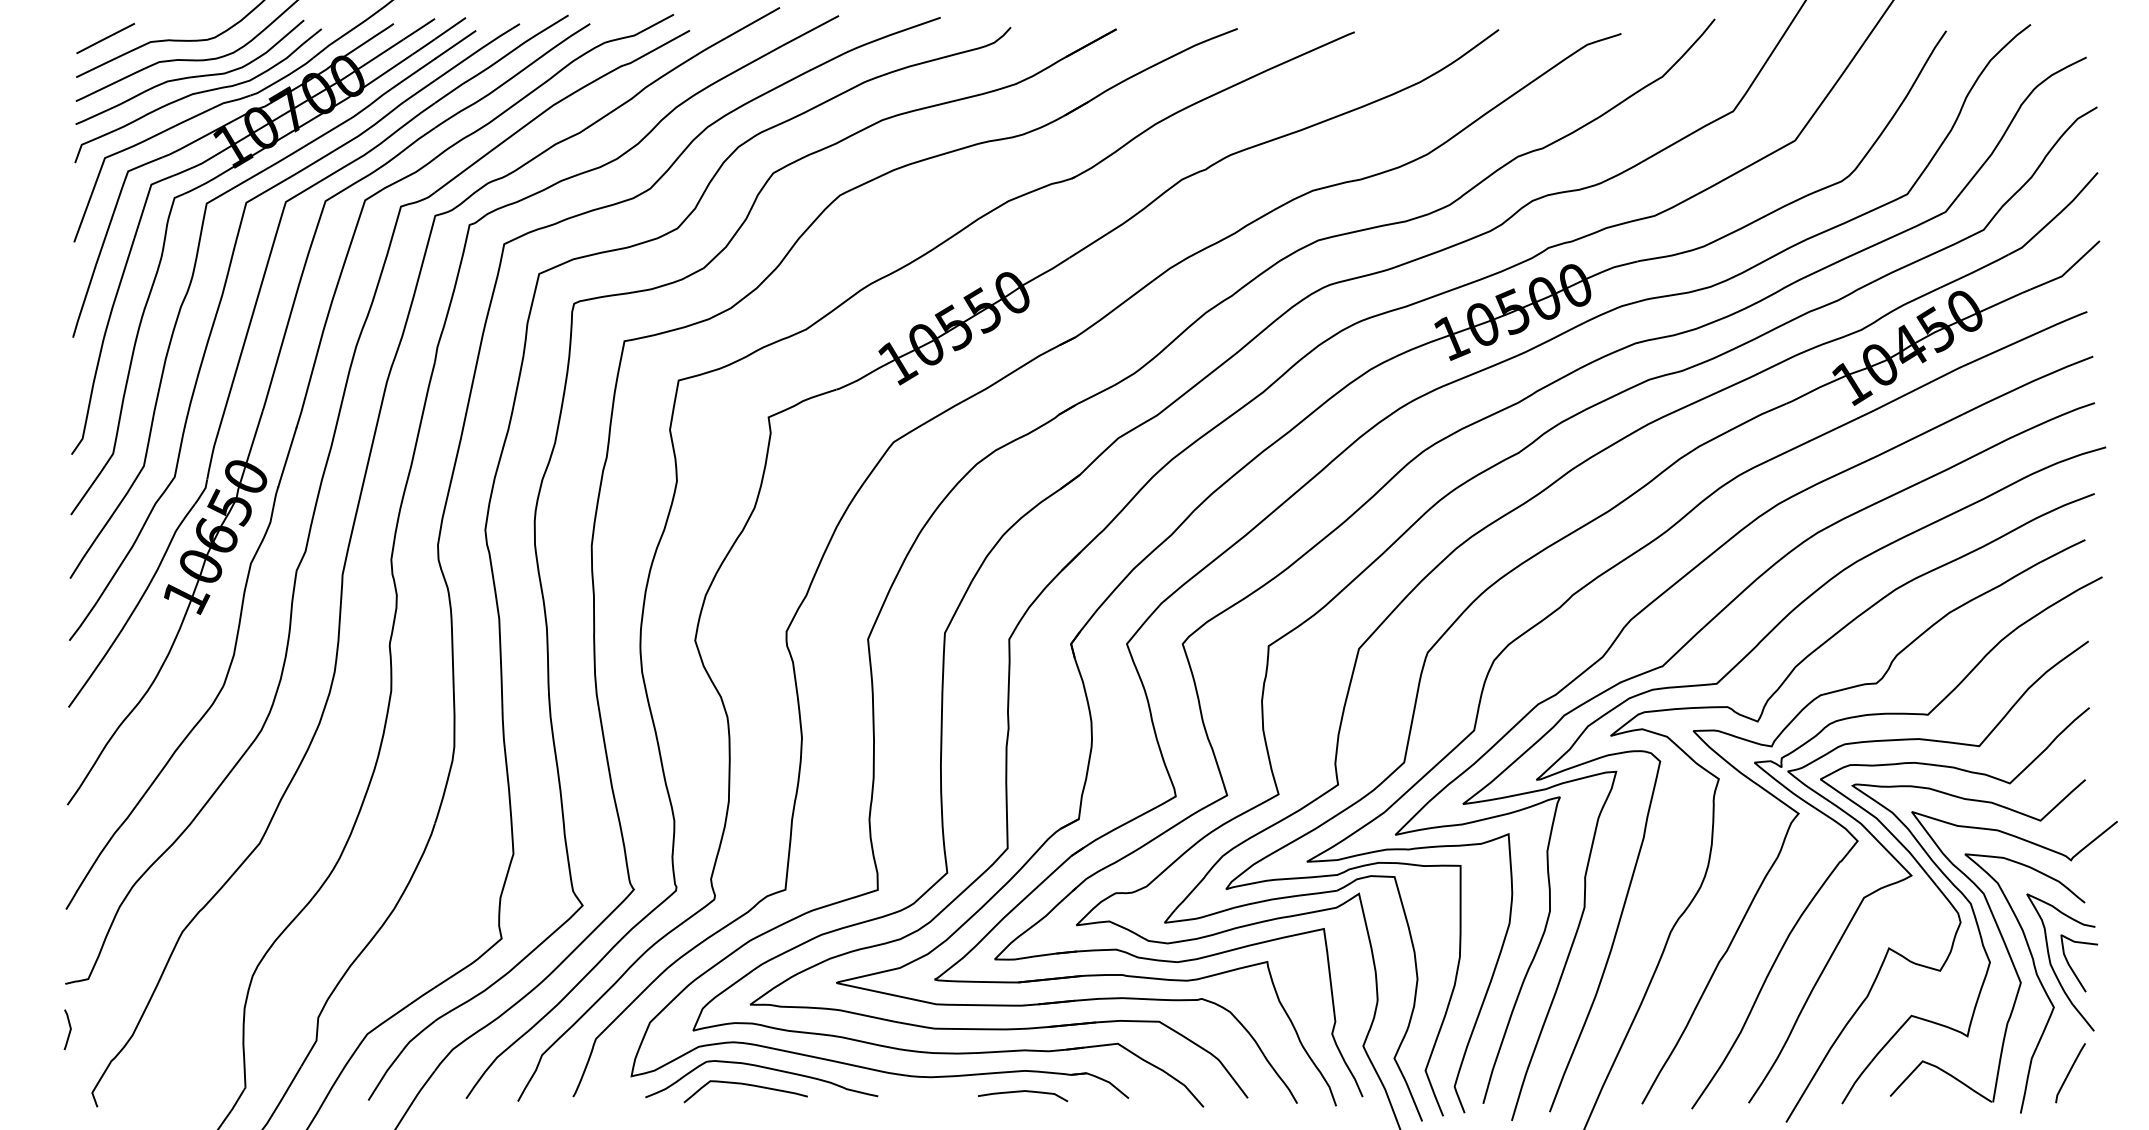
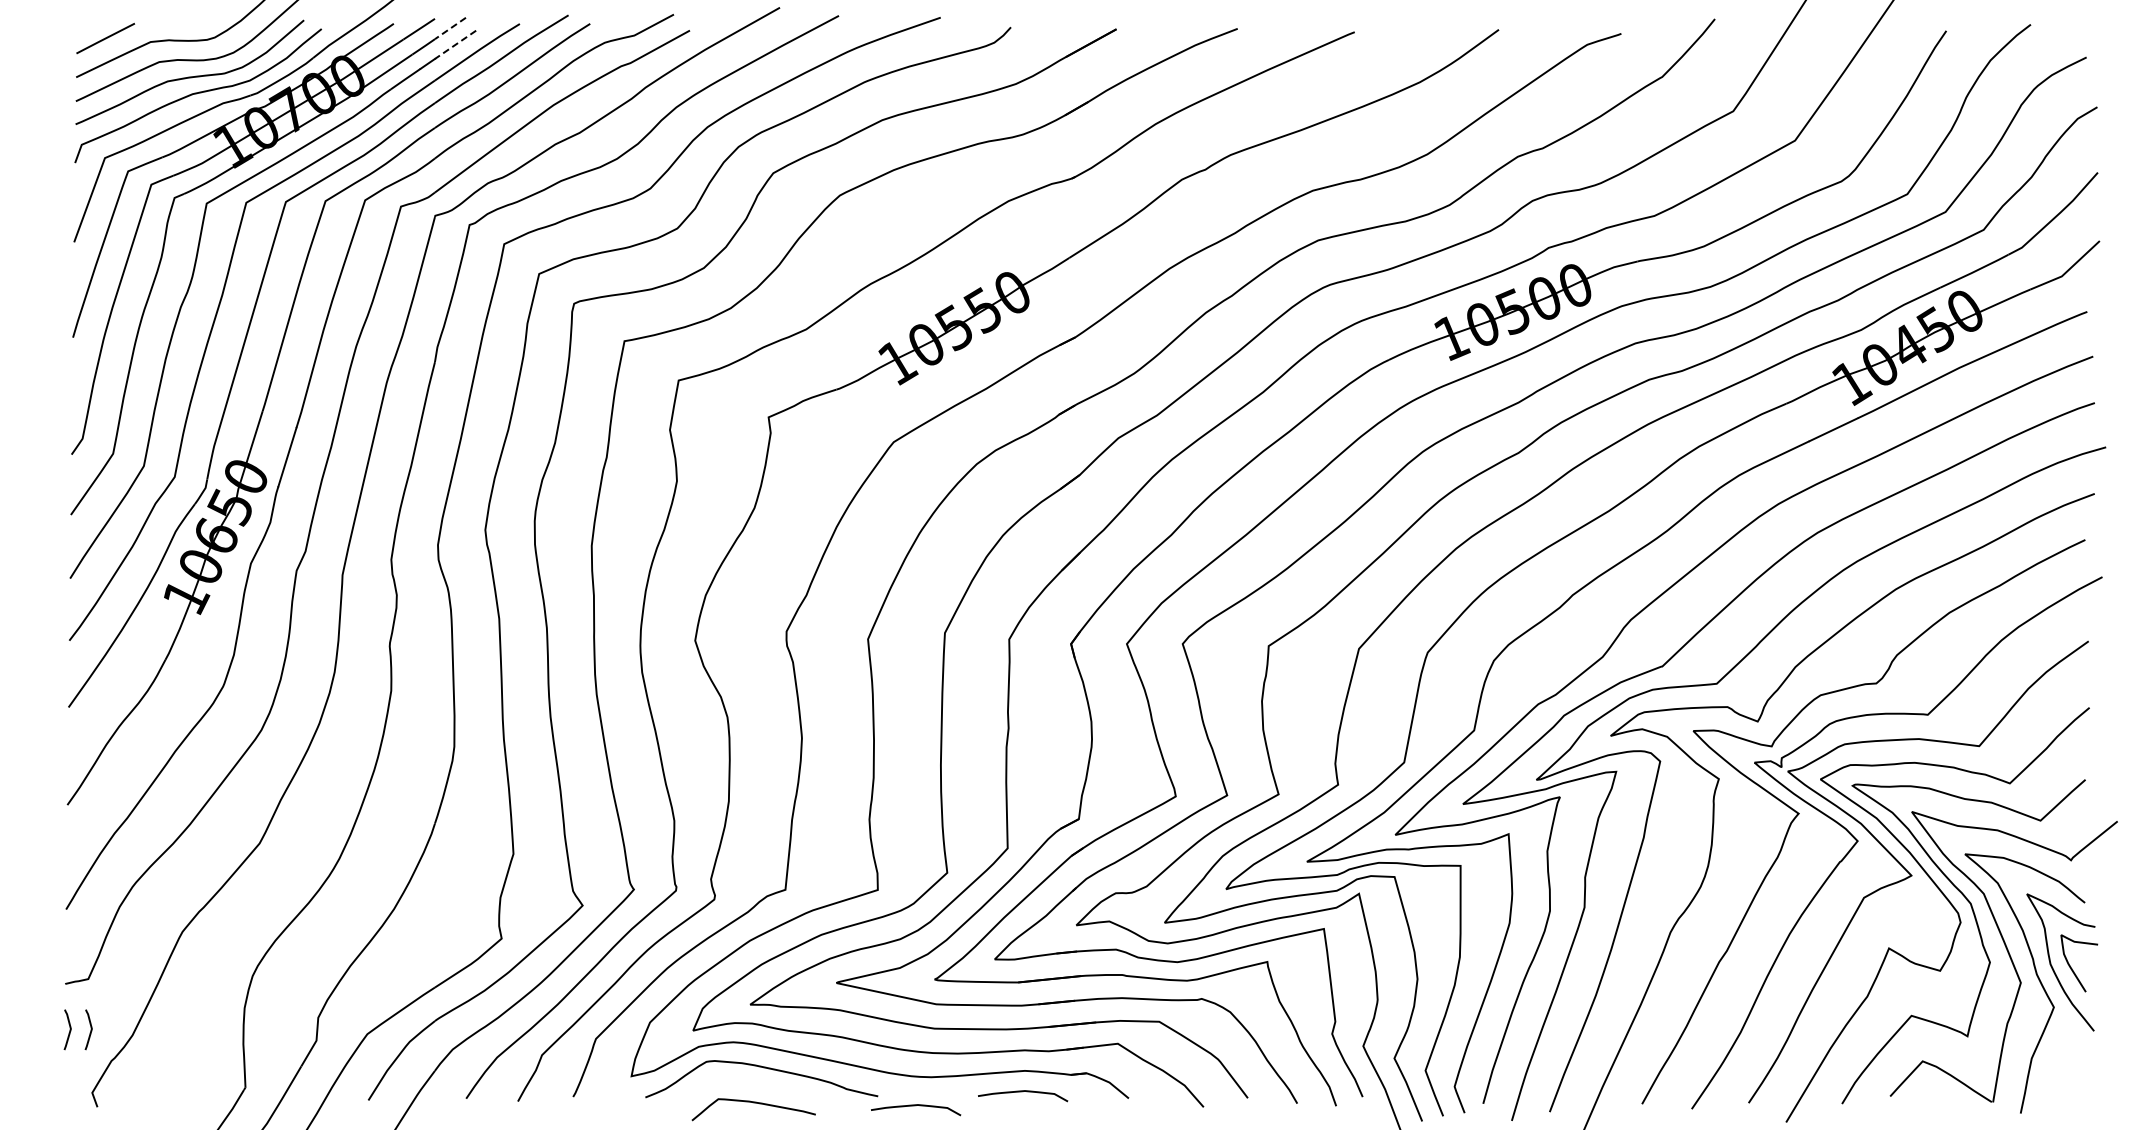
line at (450, 28): solid -> dashed
line at (455, 44): solid -> dashed
curve at (90, 1029): none -> present
curve at (2070, 1072): present -> none
curve at (745, 1085) position: (745, 1085) -> (753, 1103)
curve at (915, 1106): none -> present
